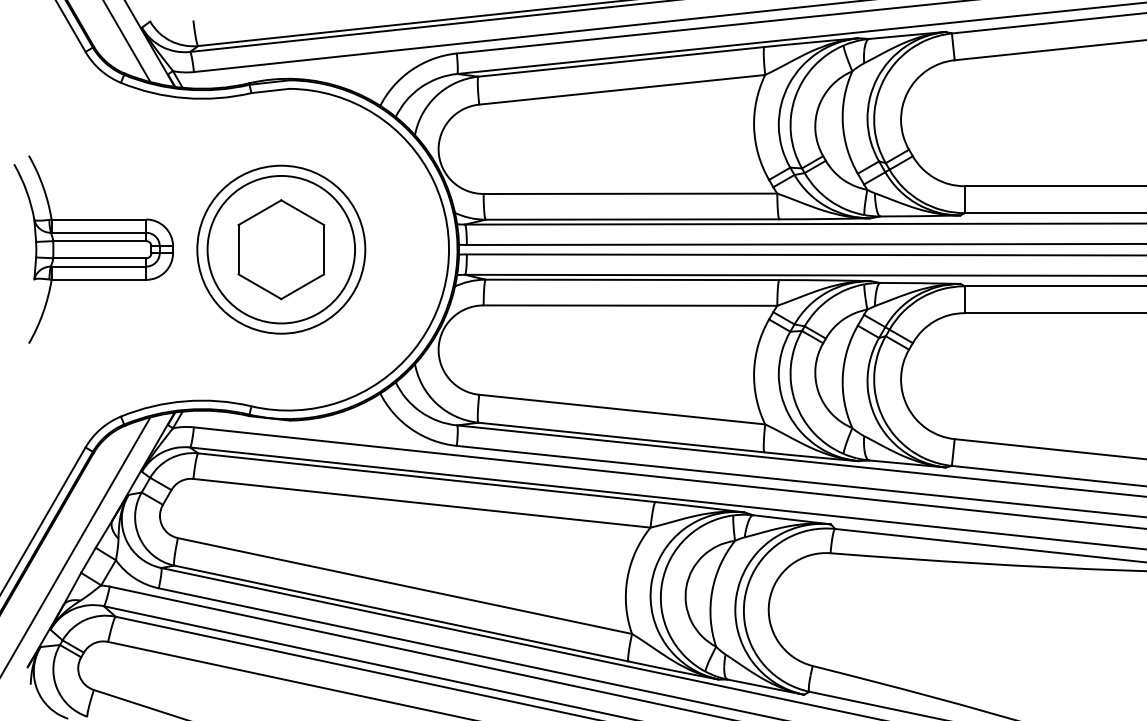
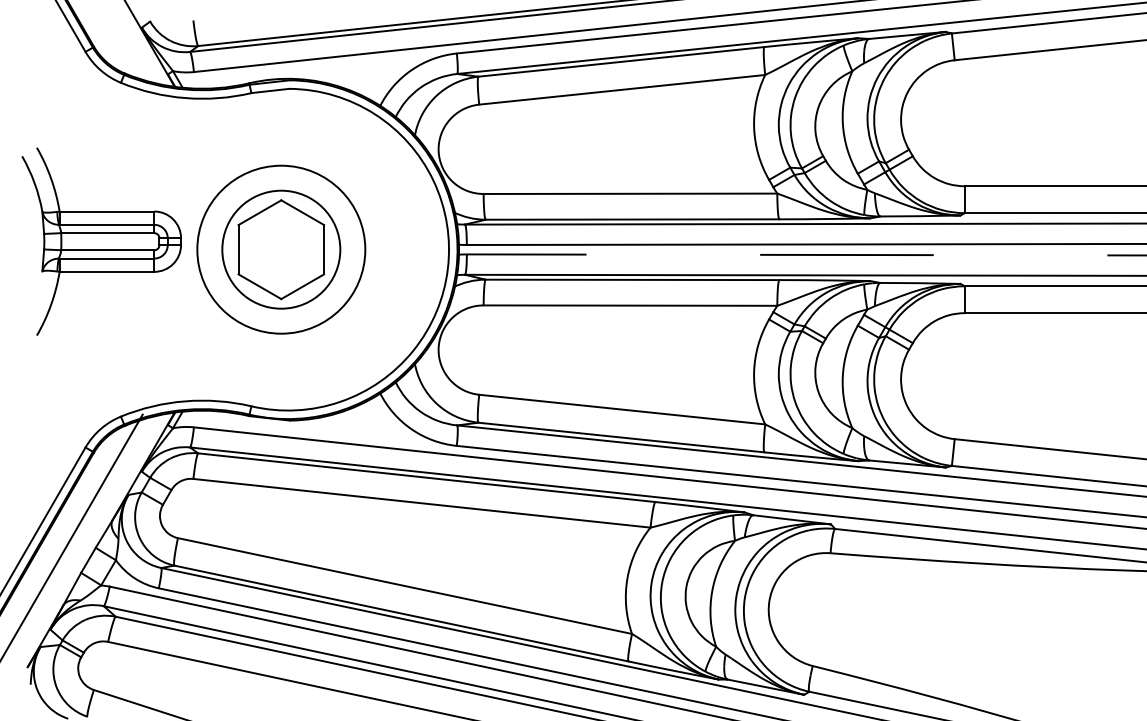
line at (126, 41): present -> none
part at (93, 249) position: (93, 249) -> (101, 241)
circle at (281, 249) diameter: 147 px -> 118 px
line at (806, 254): solid -> dashed
line at (75, 546) position: (75, 546) -> (72, 535)
